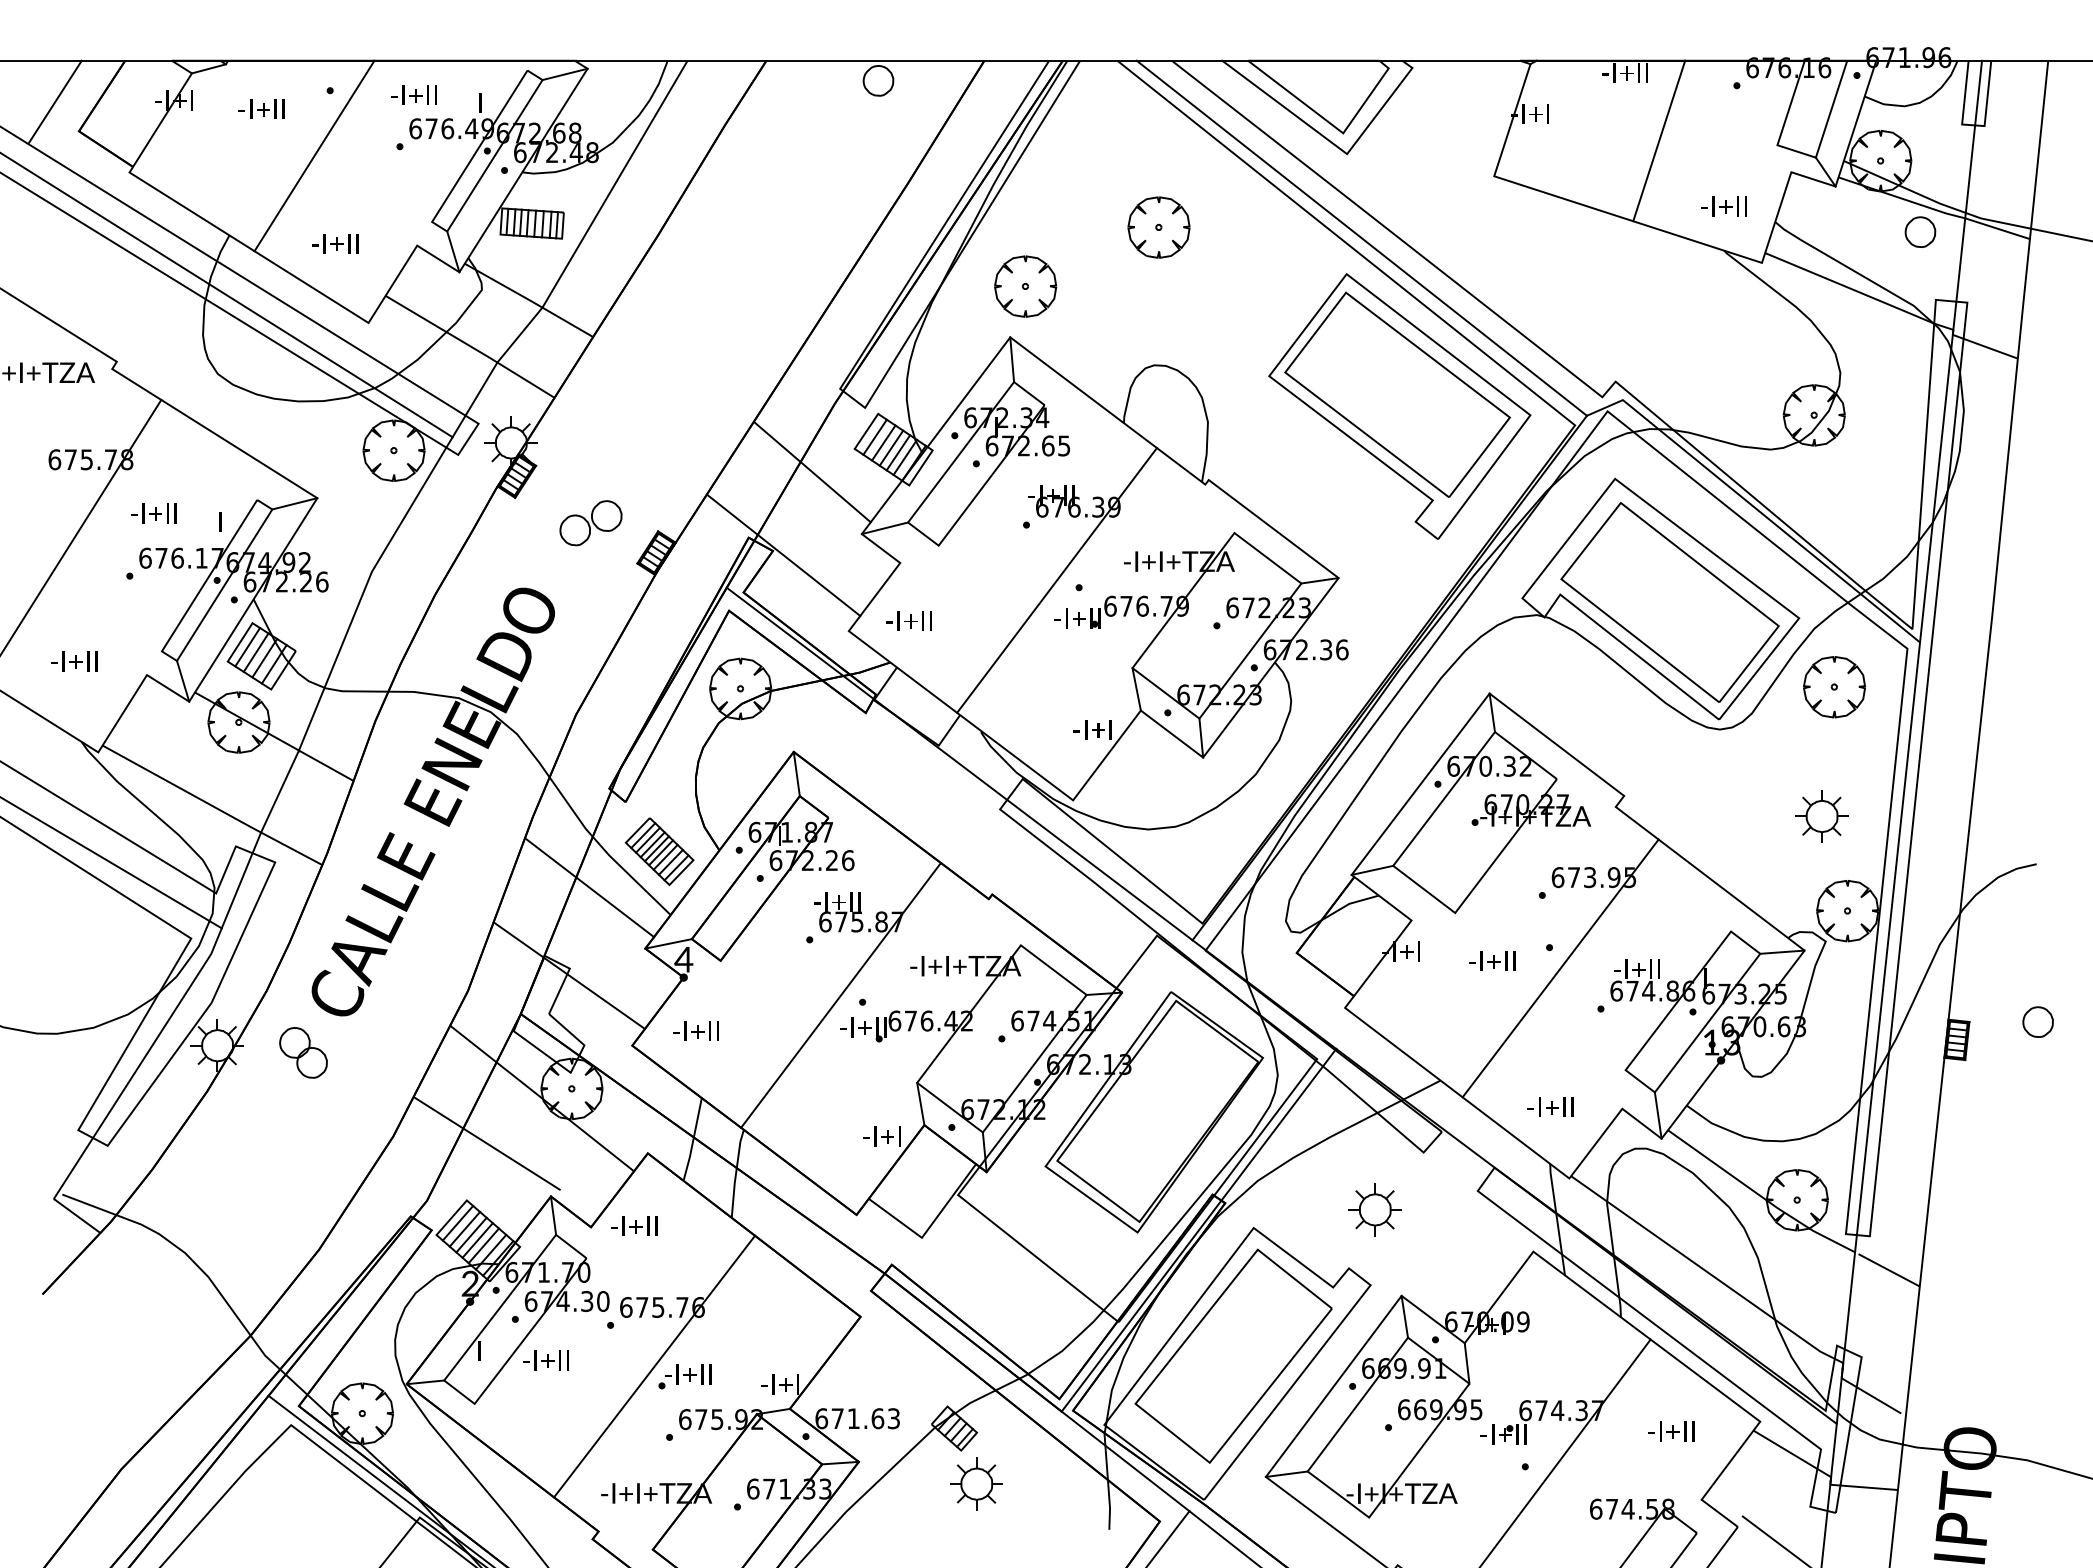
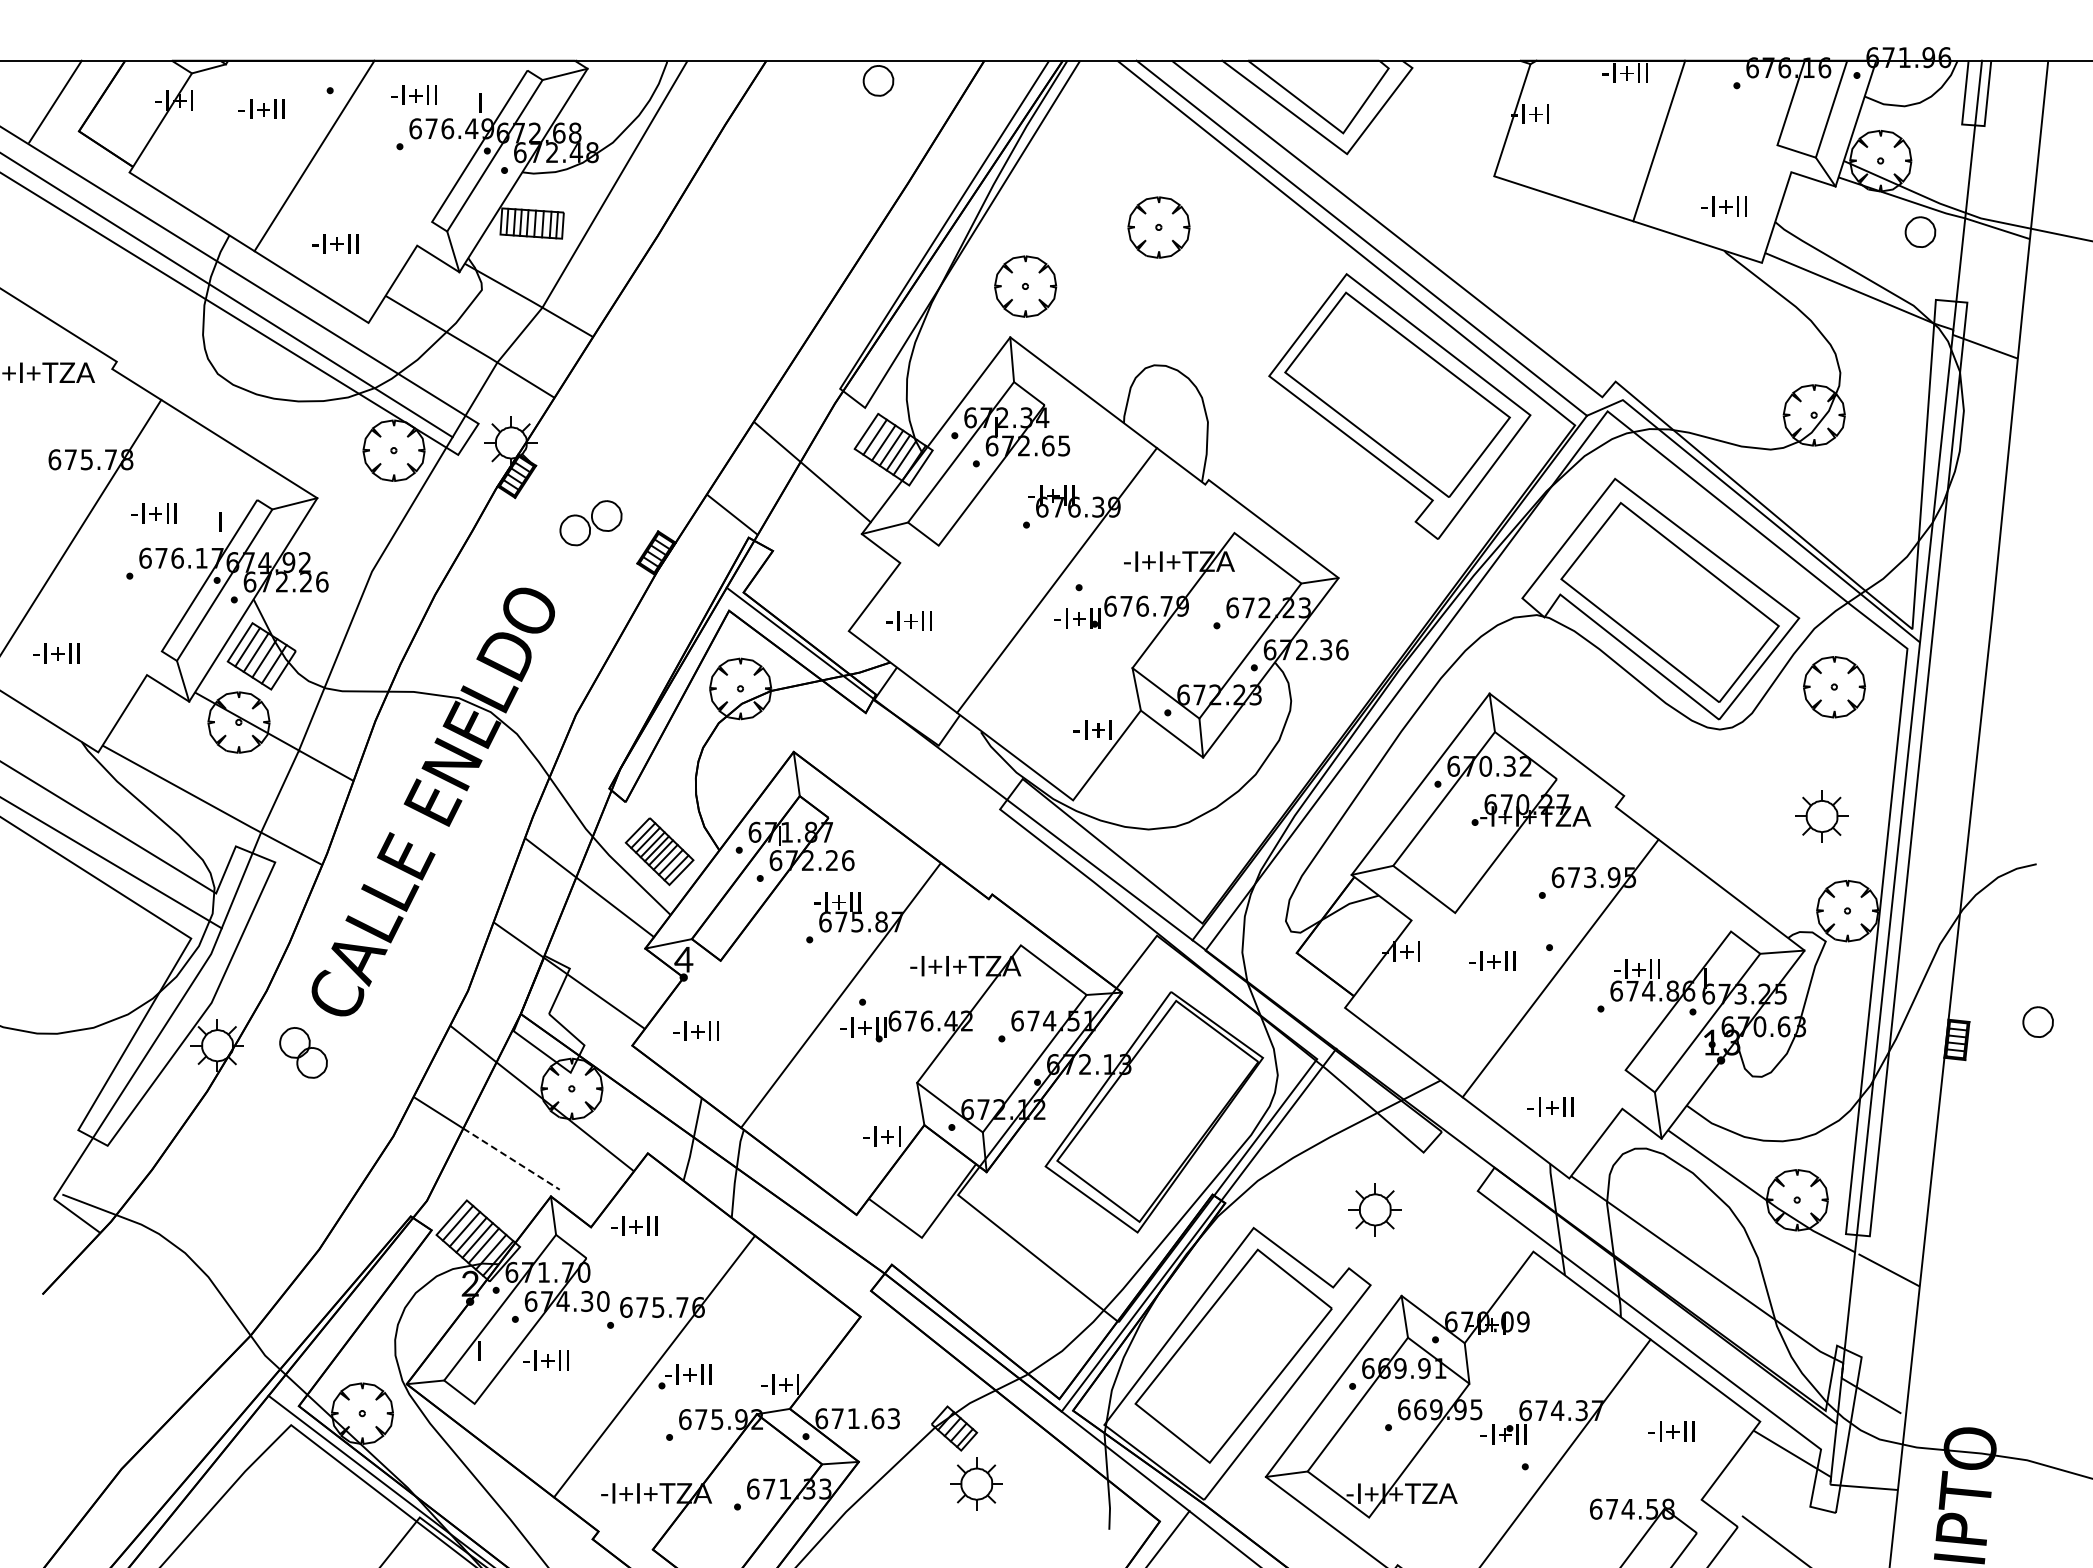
line at (808, 574): present -> none
text at (74, 661) position: (74, 661) -> (56, 653)
line at (511, 1159): solid -> dashed
line at (1825, 1522): present -> none
